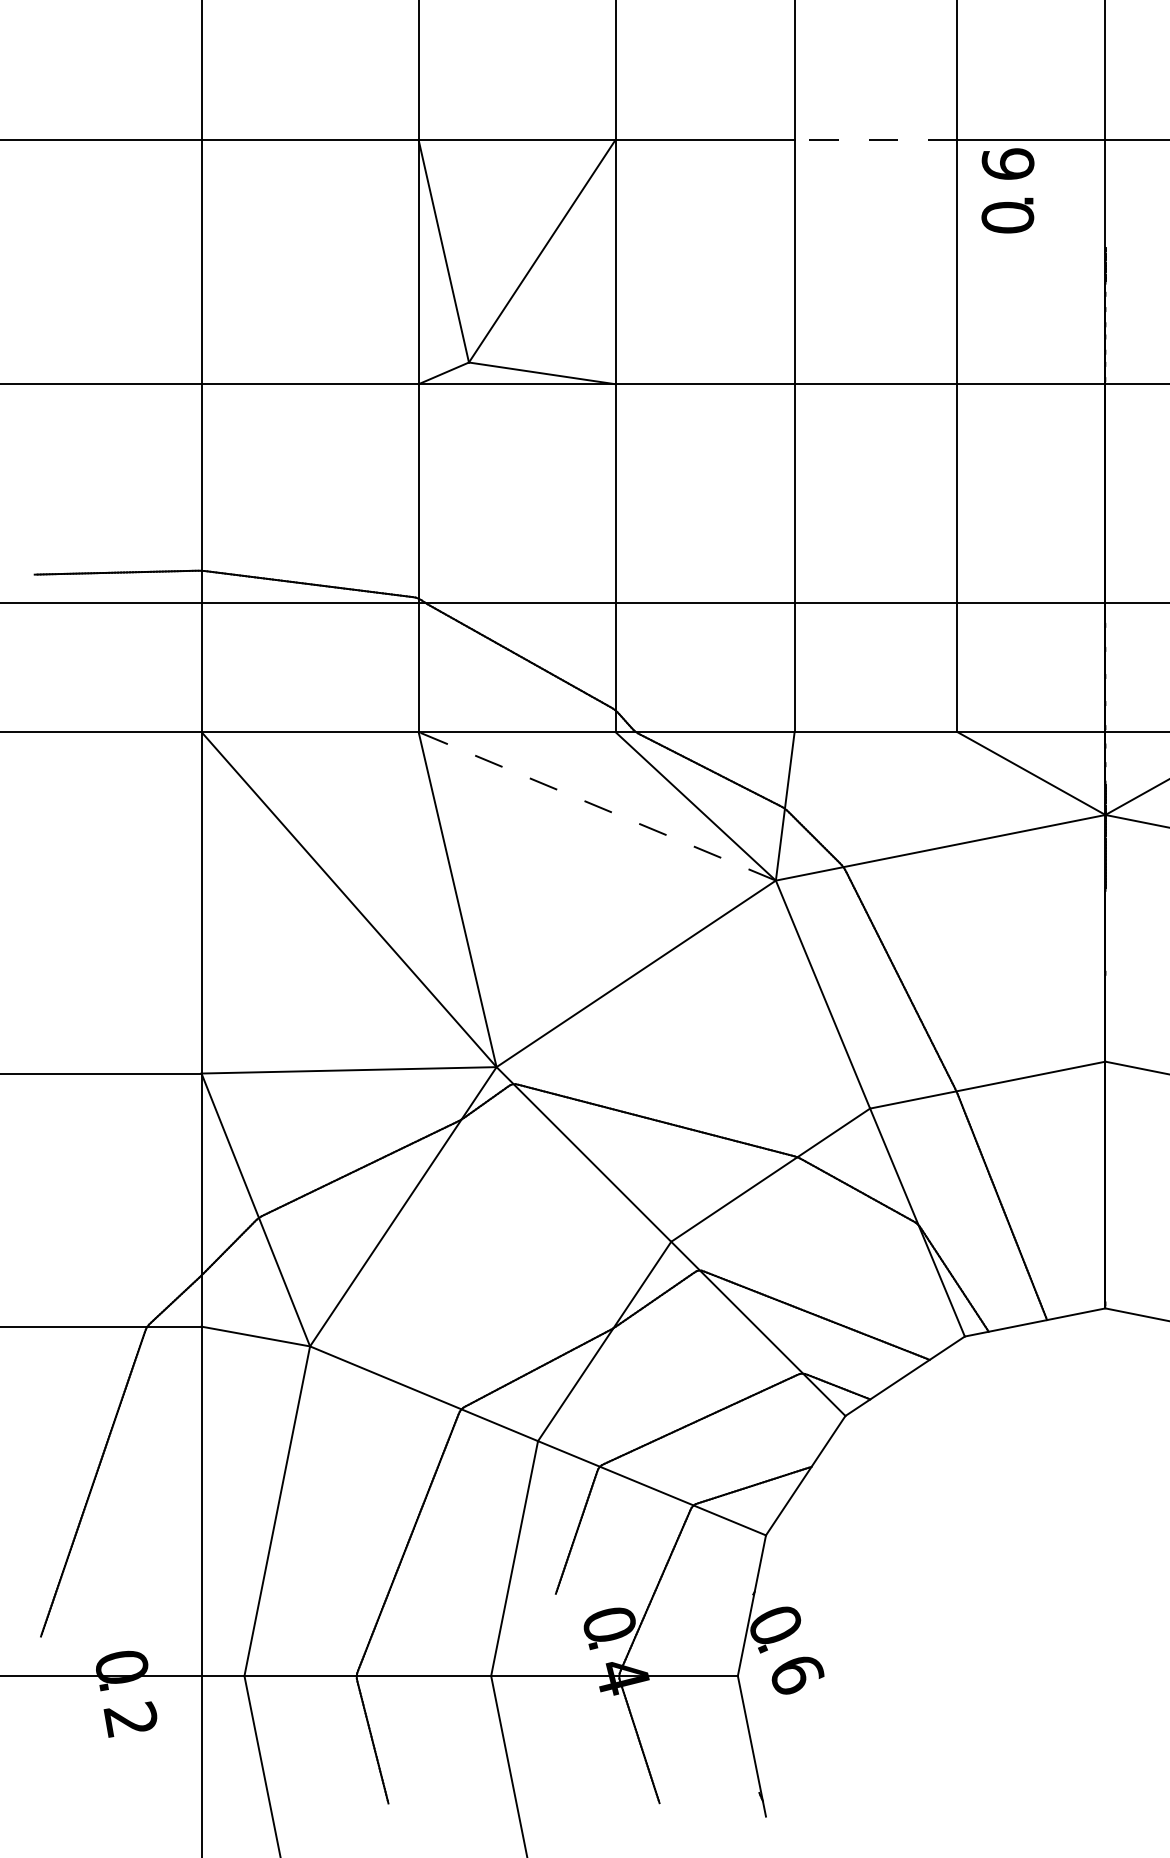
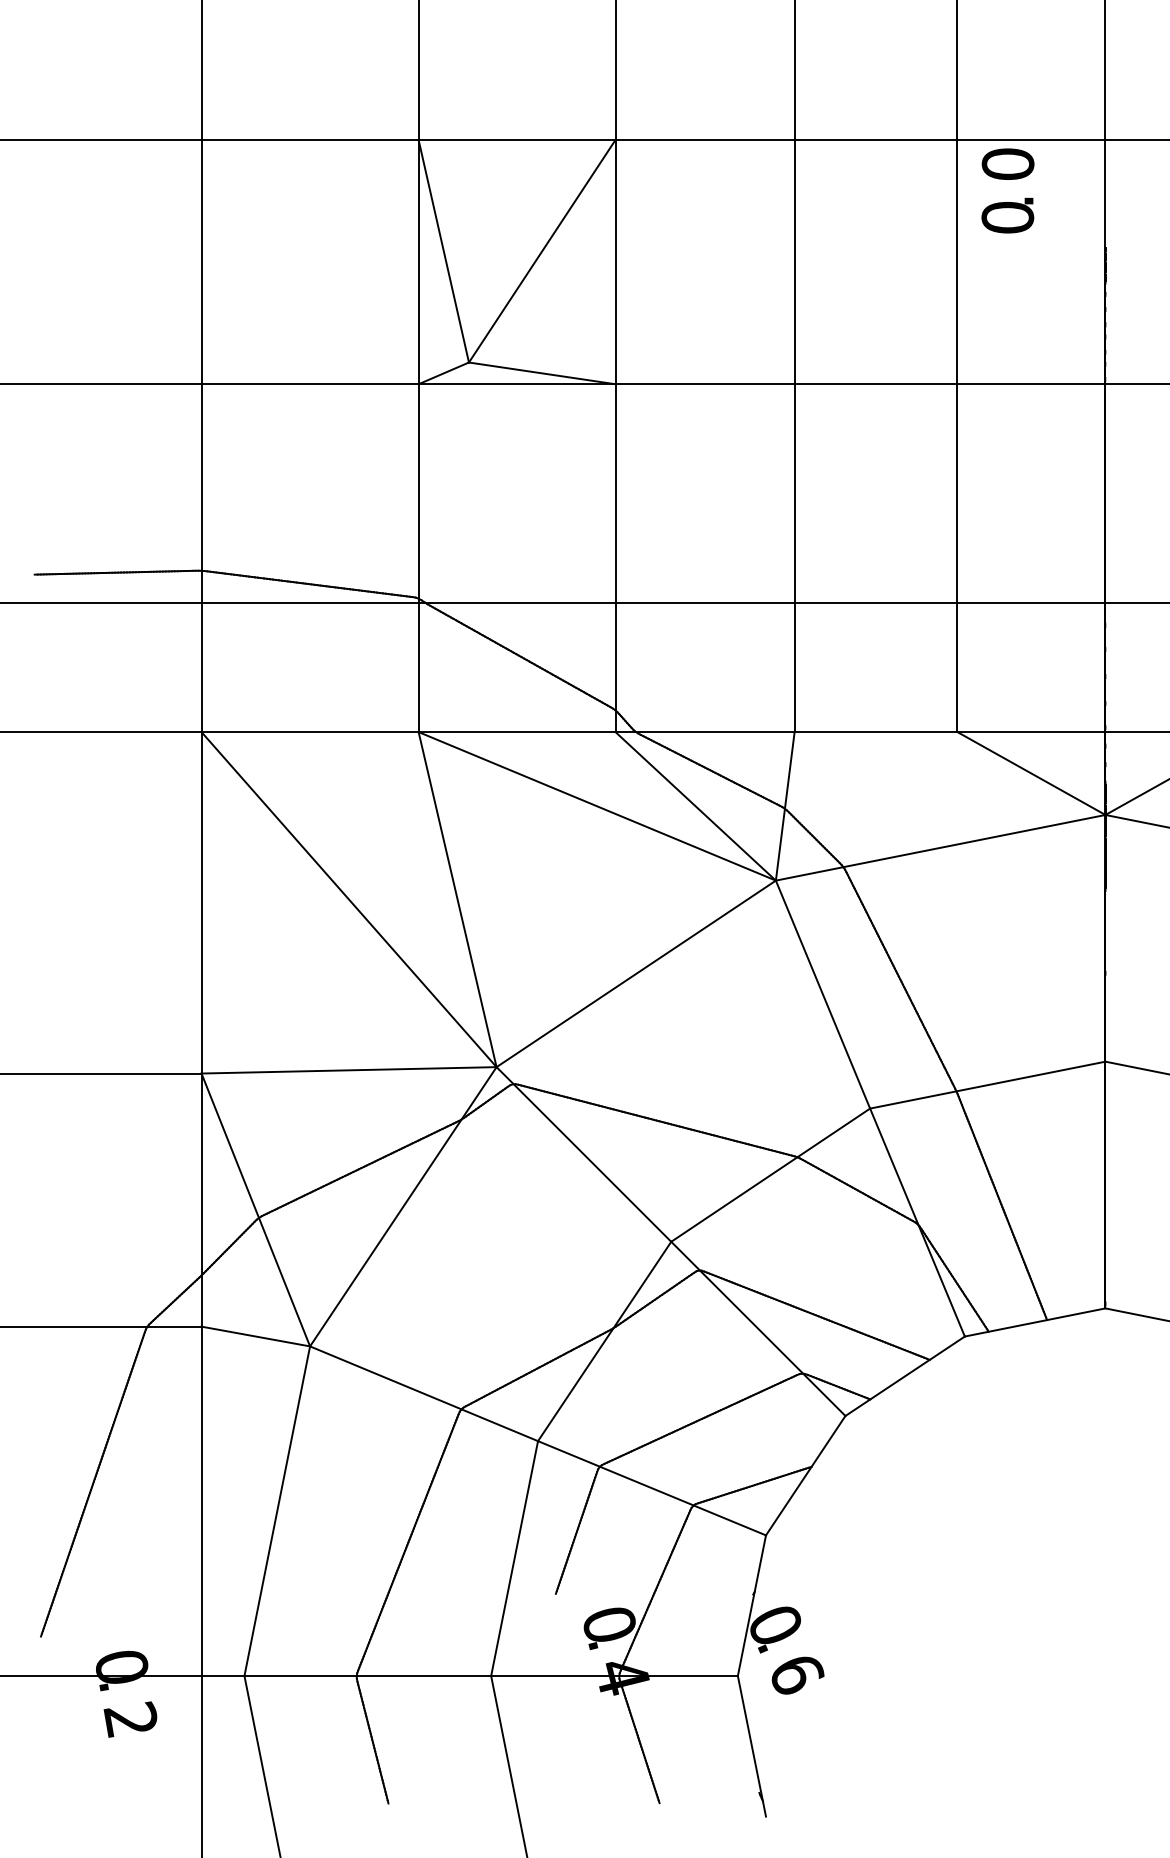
line at (875, 139): dashed -> solid
text at (1007, 163): 6 -> 0
line at (596, 806): dashed -> solid
